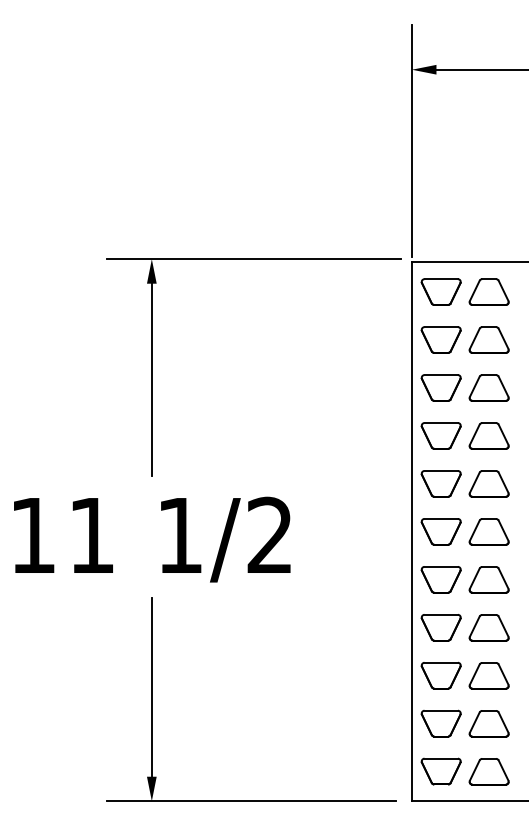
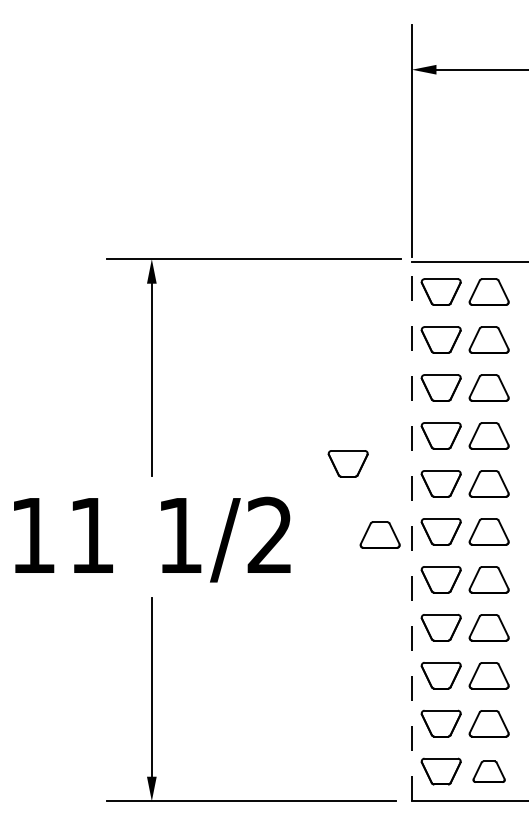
part at (347, 463): none -> present
line at (411, 531): solid -> dashed
part at (379, 534): none -> present
part at (488, 771) size: 42x28 px -> 34x23 px
